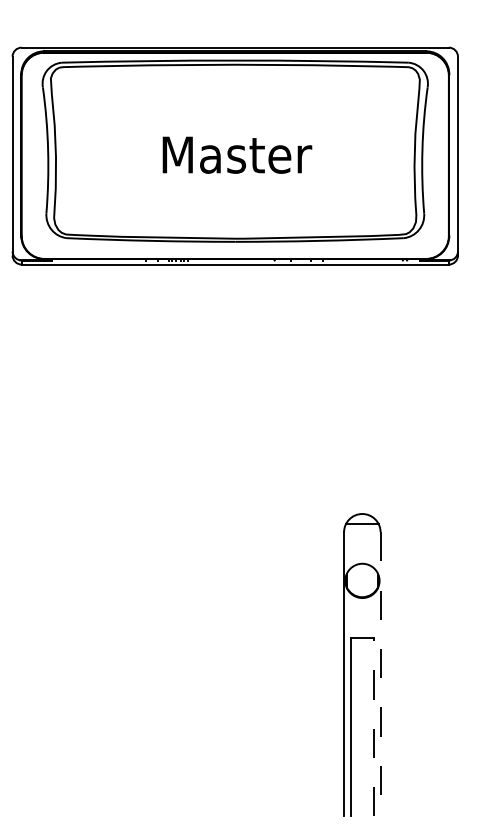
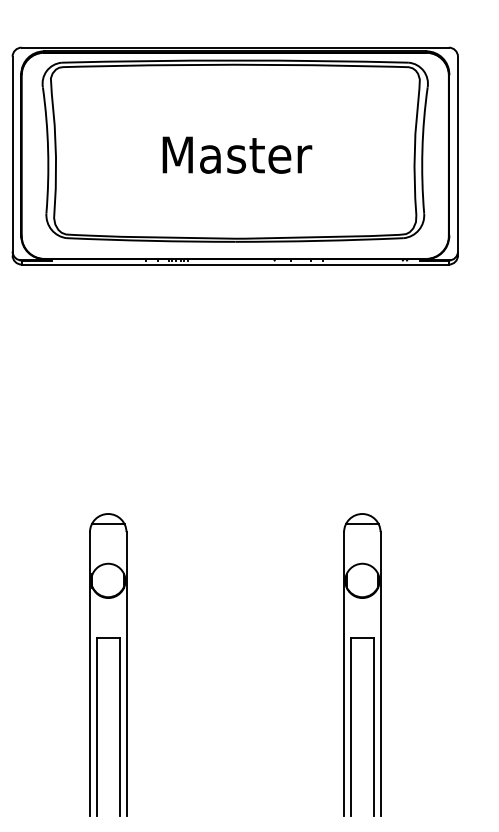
part at (97, 664): none -> present
line at (380, 674): dashed -> solid
line at (373, 726): dashed -> solid
